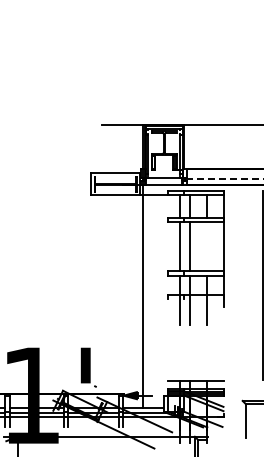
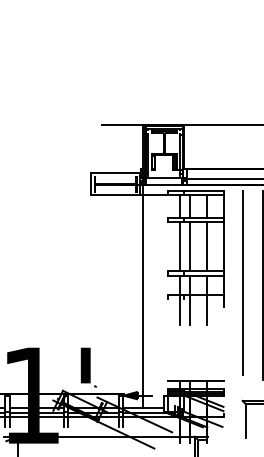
line at (224, 179): dashed -> solid
line at (207, 246): none -> present
line at (242, 283): none -> present
